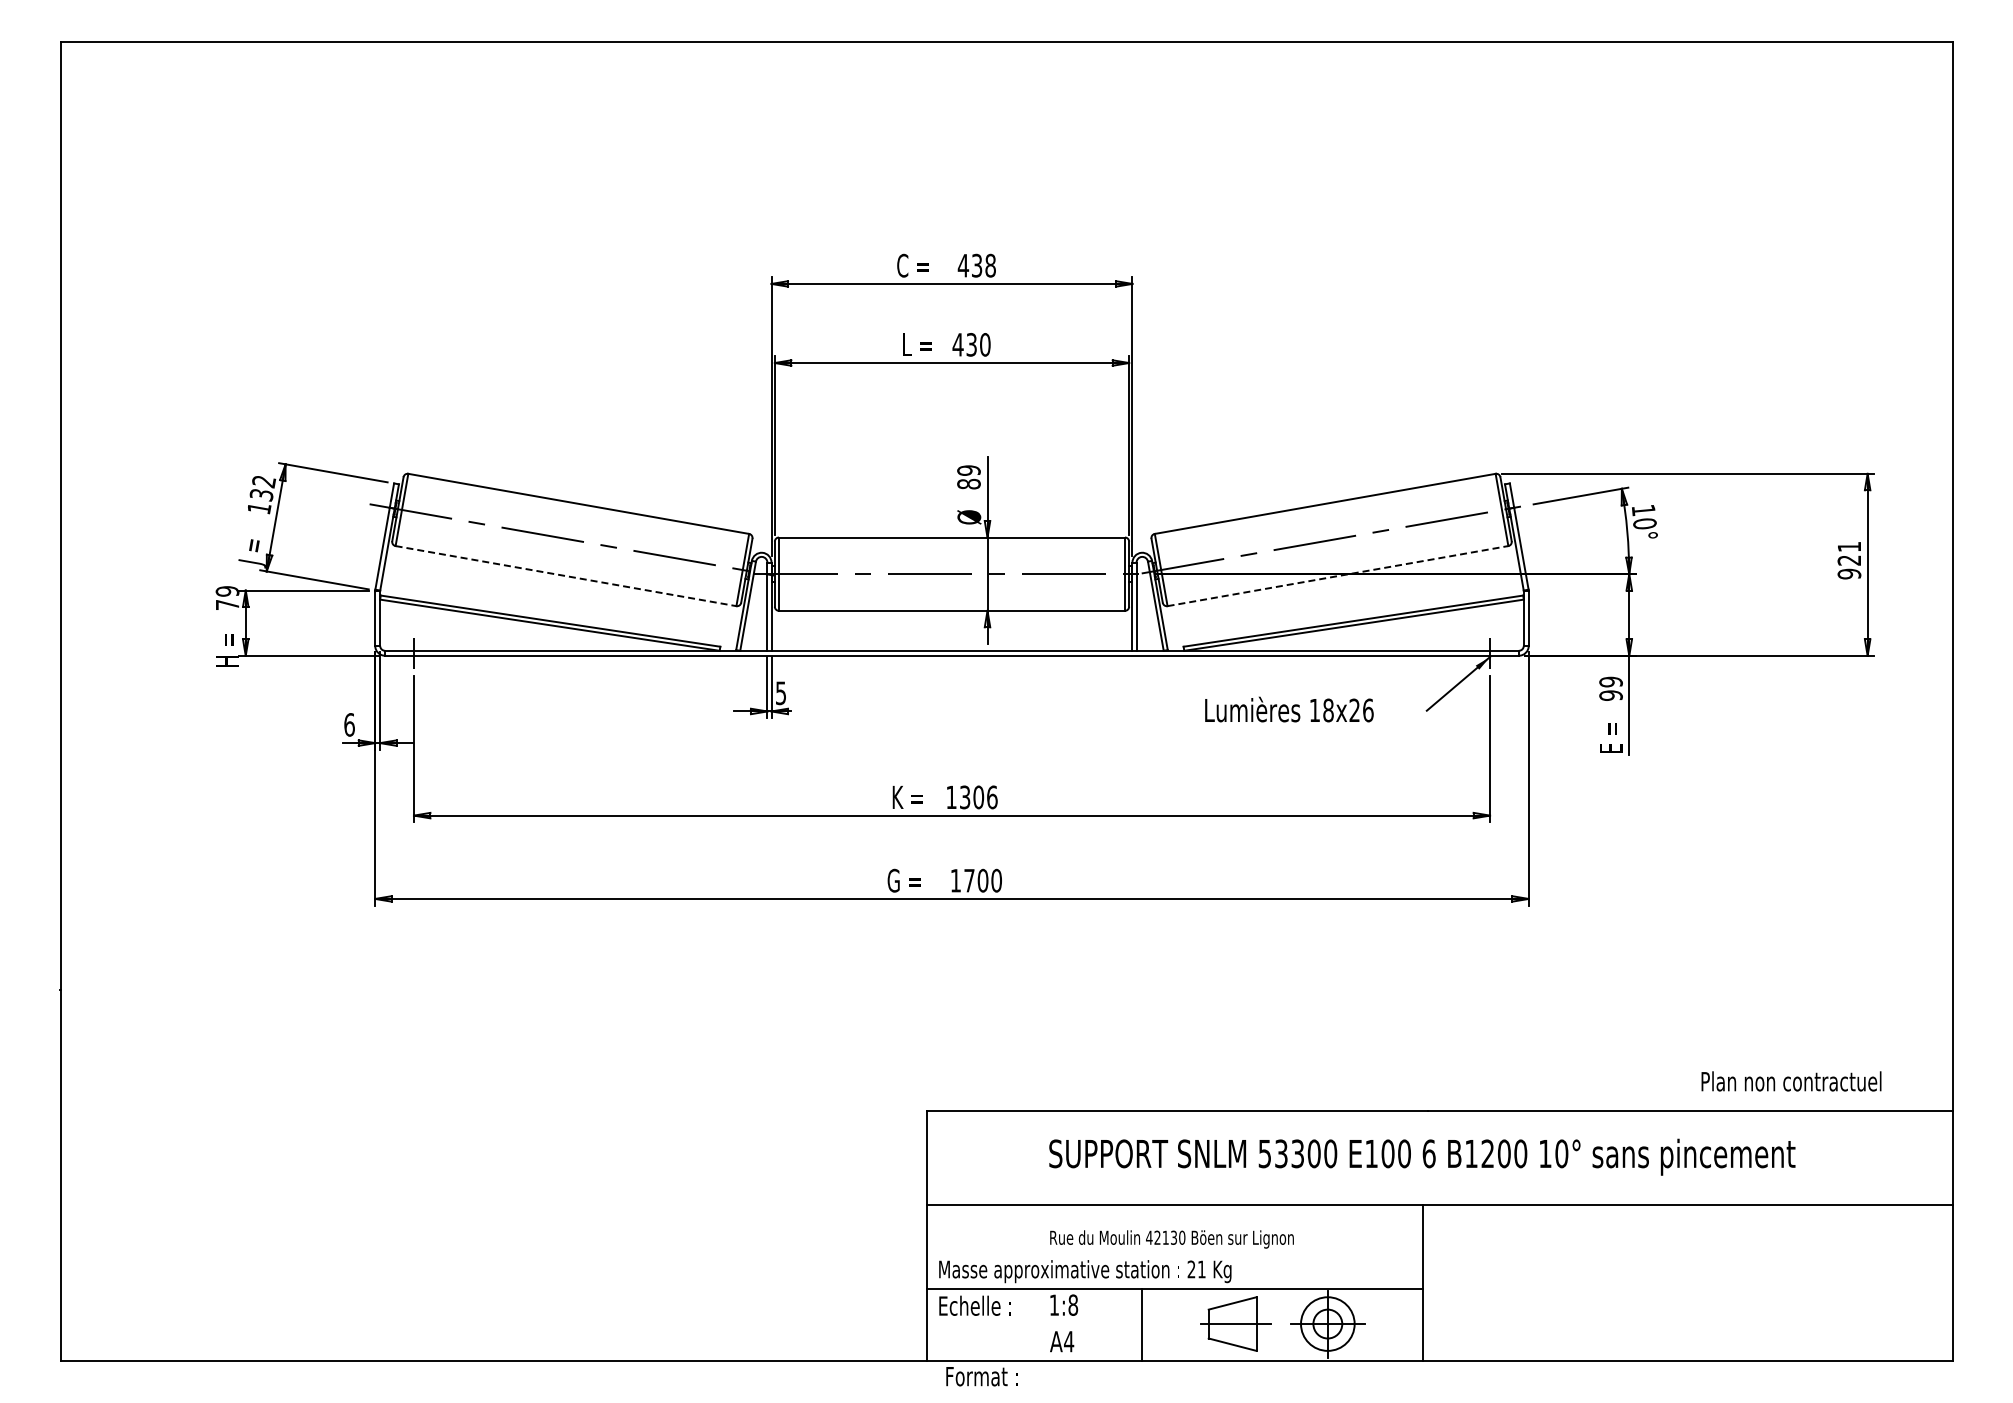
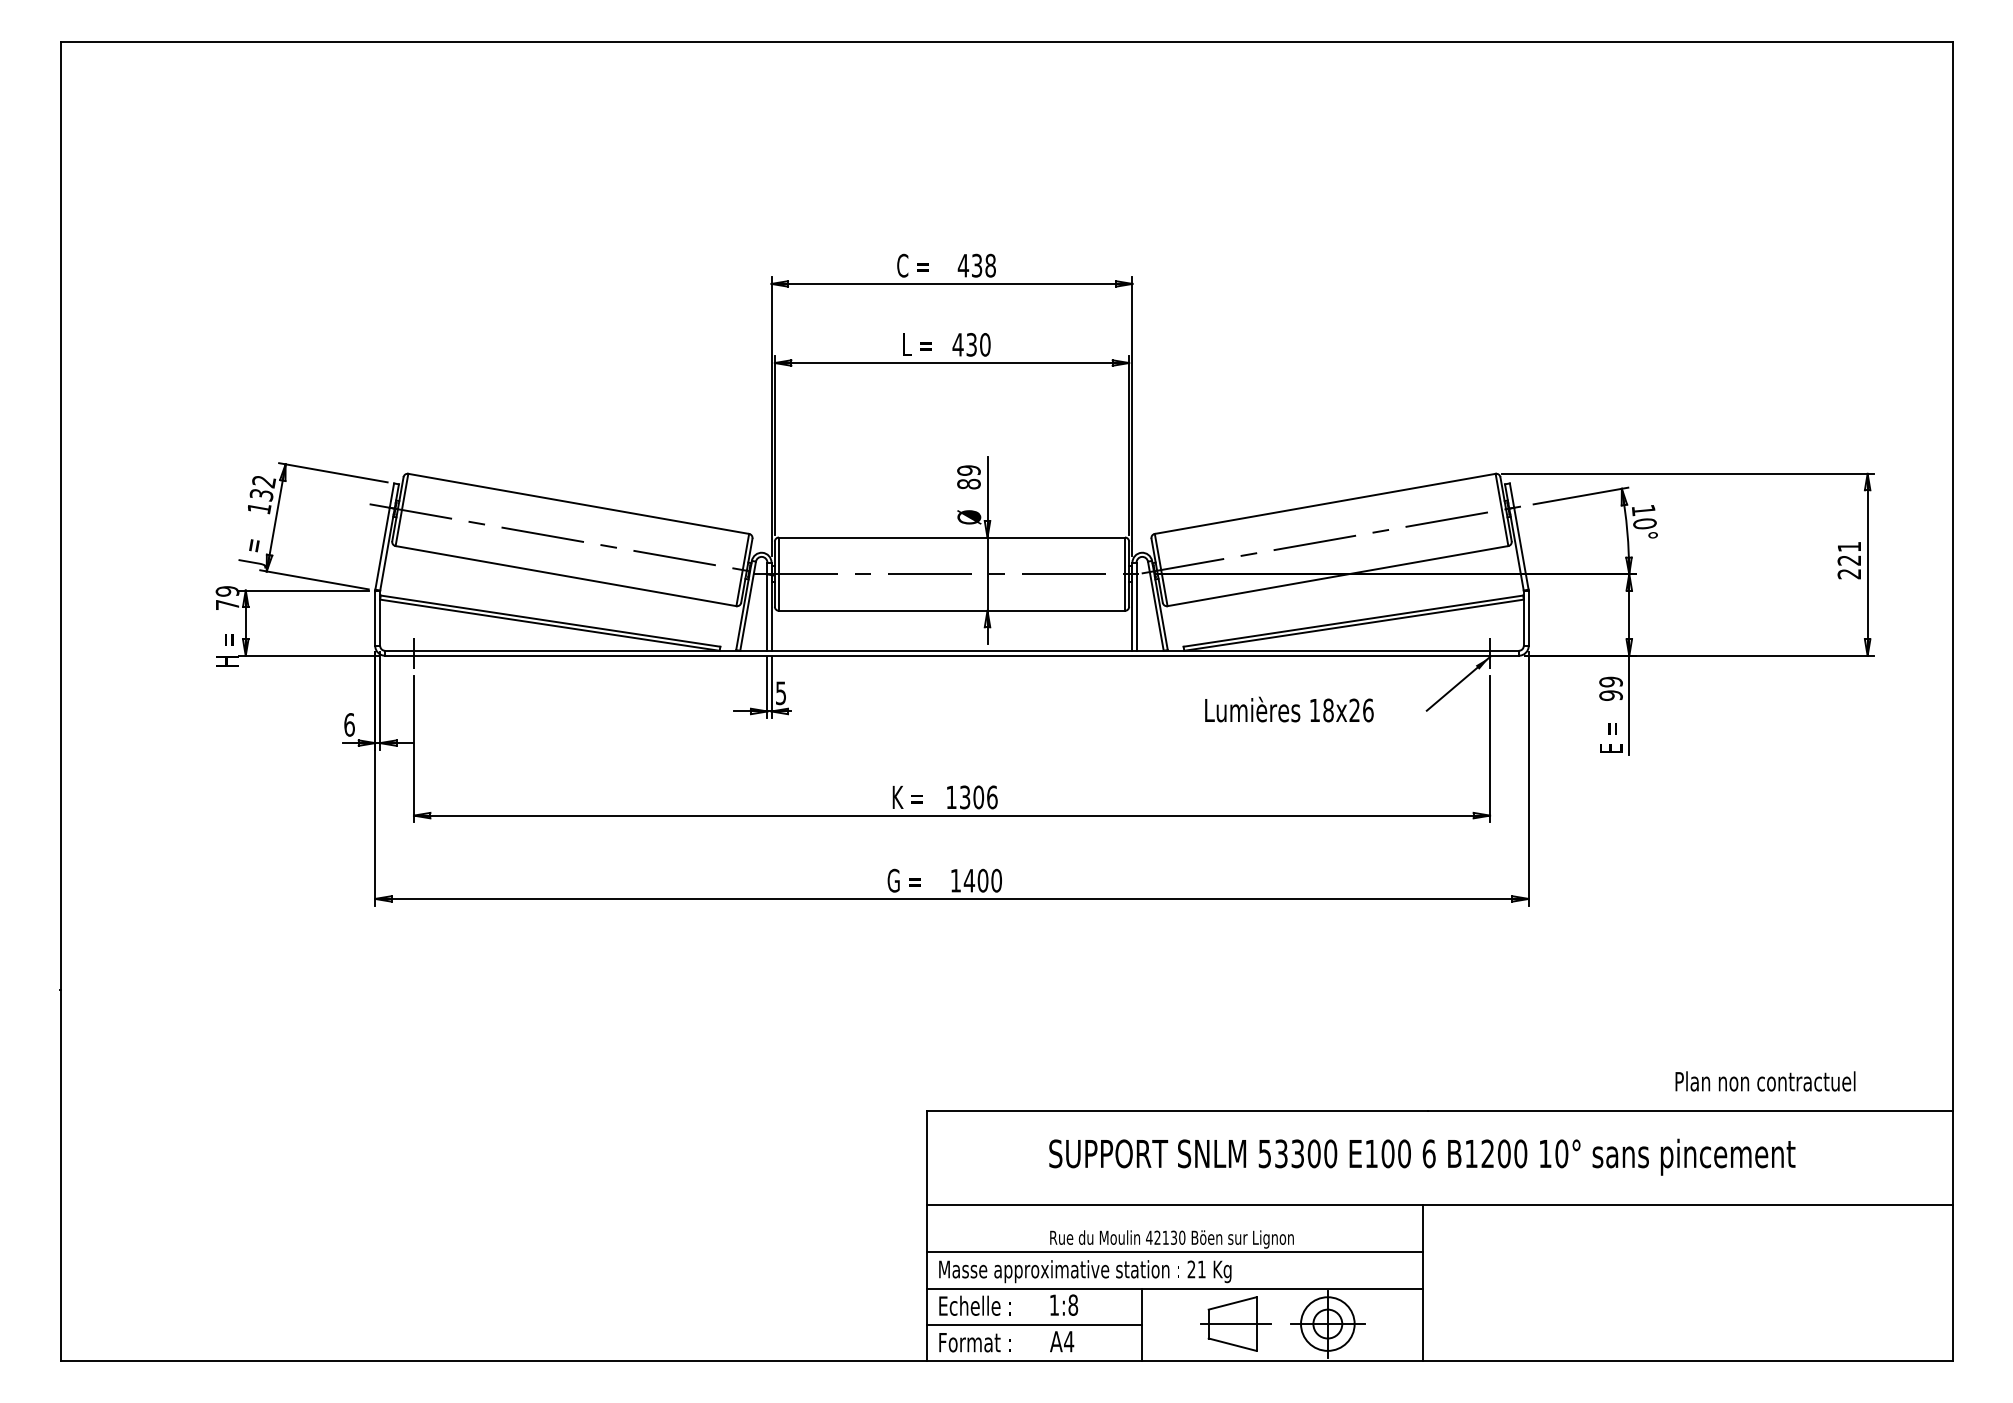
text at (1849, 573): 921 -> 221
line at (566, 576): dashed -> solid
line at (1338, 576): dashed -> solid
text at (969, 880): 1700 -> 1400
text at (1791, 1081) position: (1791, 1081) -> (1765, 1081)
line at (1174, 1252): none -> present
line at (1033, 1324): none -> present
text at (981, 1376) position: (981, 1376) -> (974, 1342)
